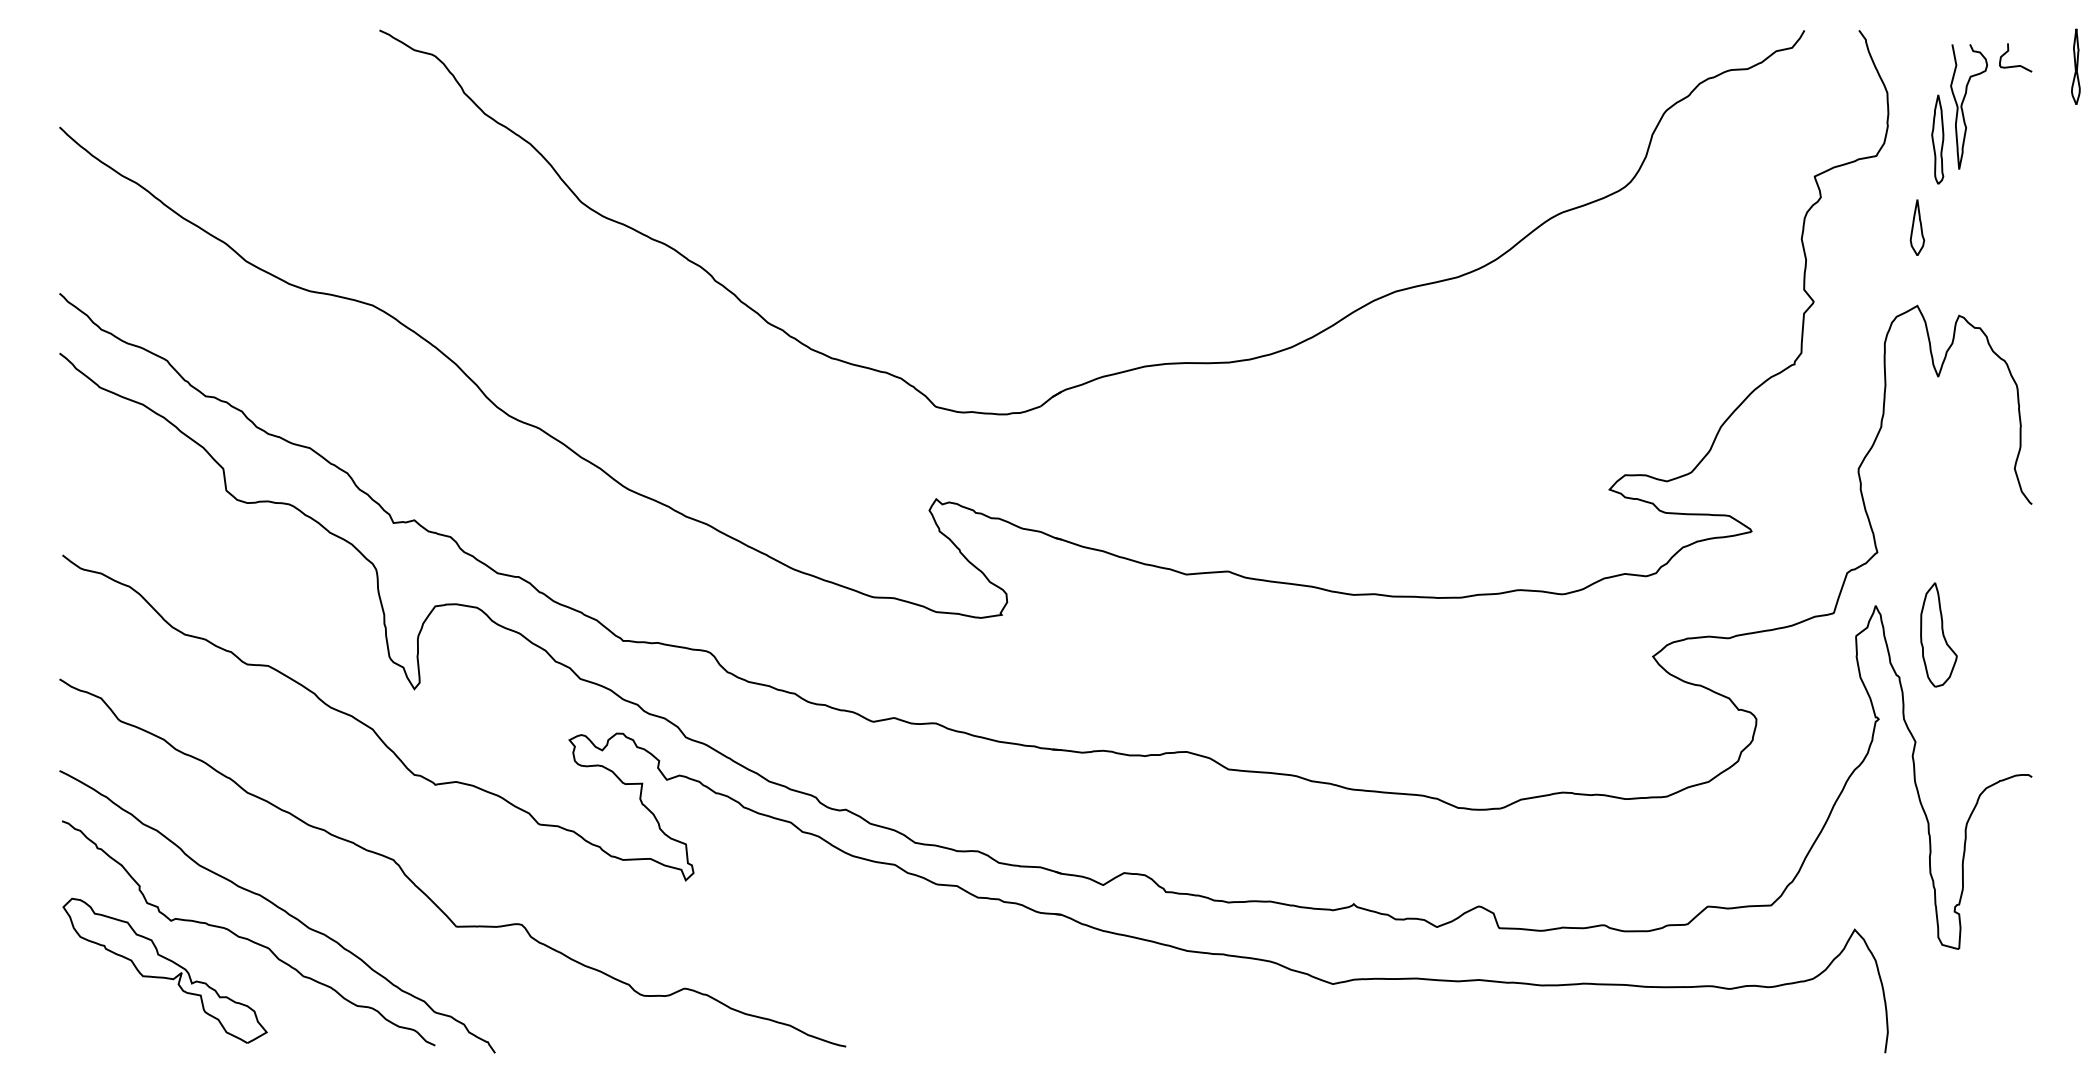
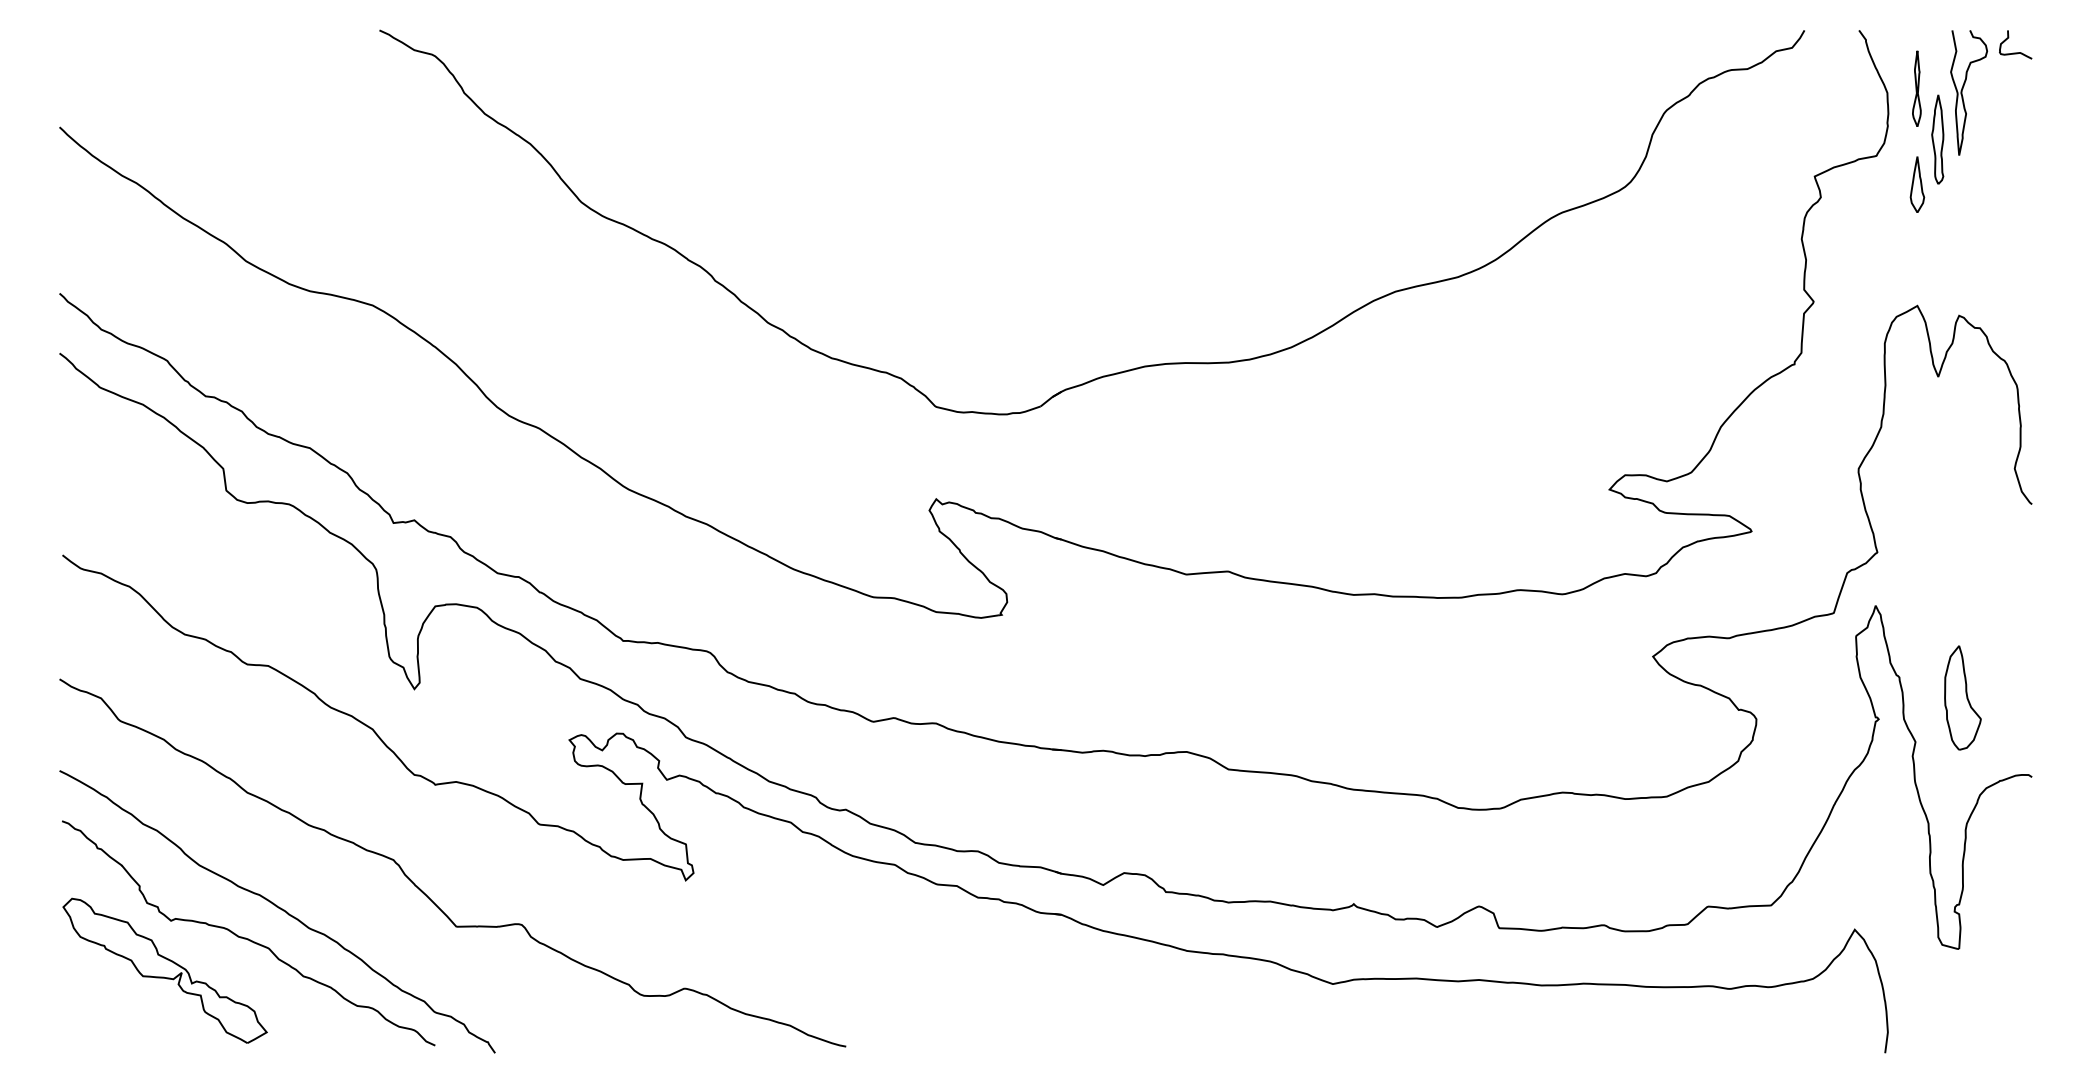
curve at (2015, 65) position: (2015, 65) -> (2015, 52)
part at (2075, 66) position: (2075, 66) -> (1916, 88)
curve at (1963, 103) position: (1963, 103) -> (1963, 89)
part at (1917, 227) position: (1917, 227) -> (1917, 184)
part at (1938, 634) position: (1938, 634) -> (1962, 697)
